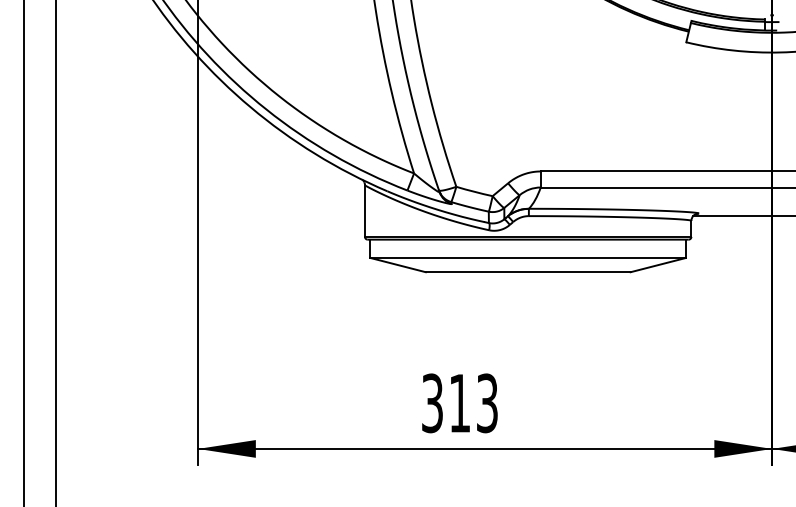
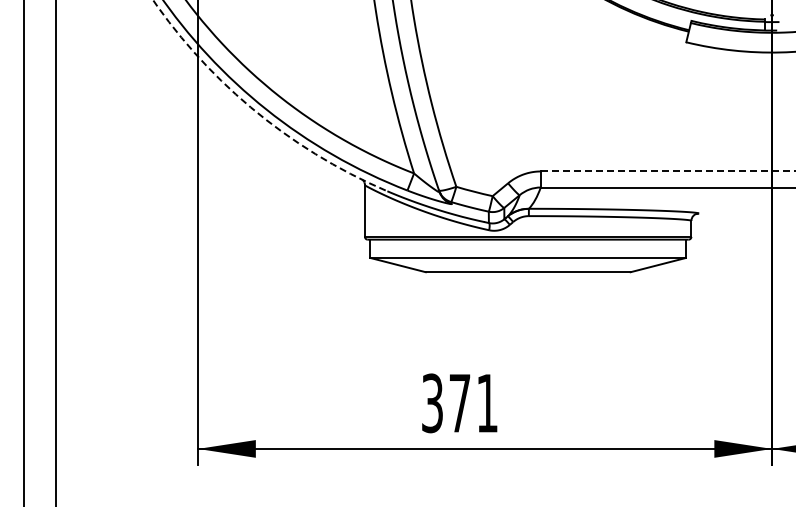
arc at (257, 113): solid -> dashed
line at (668, 171): solid -> dashed
line at (742, 216): present -> none
text at (473, 403): 313 -> 371
